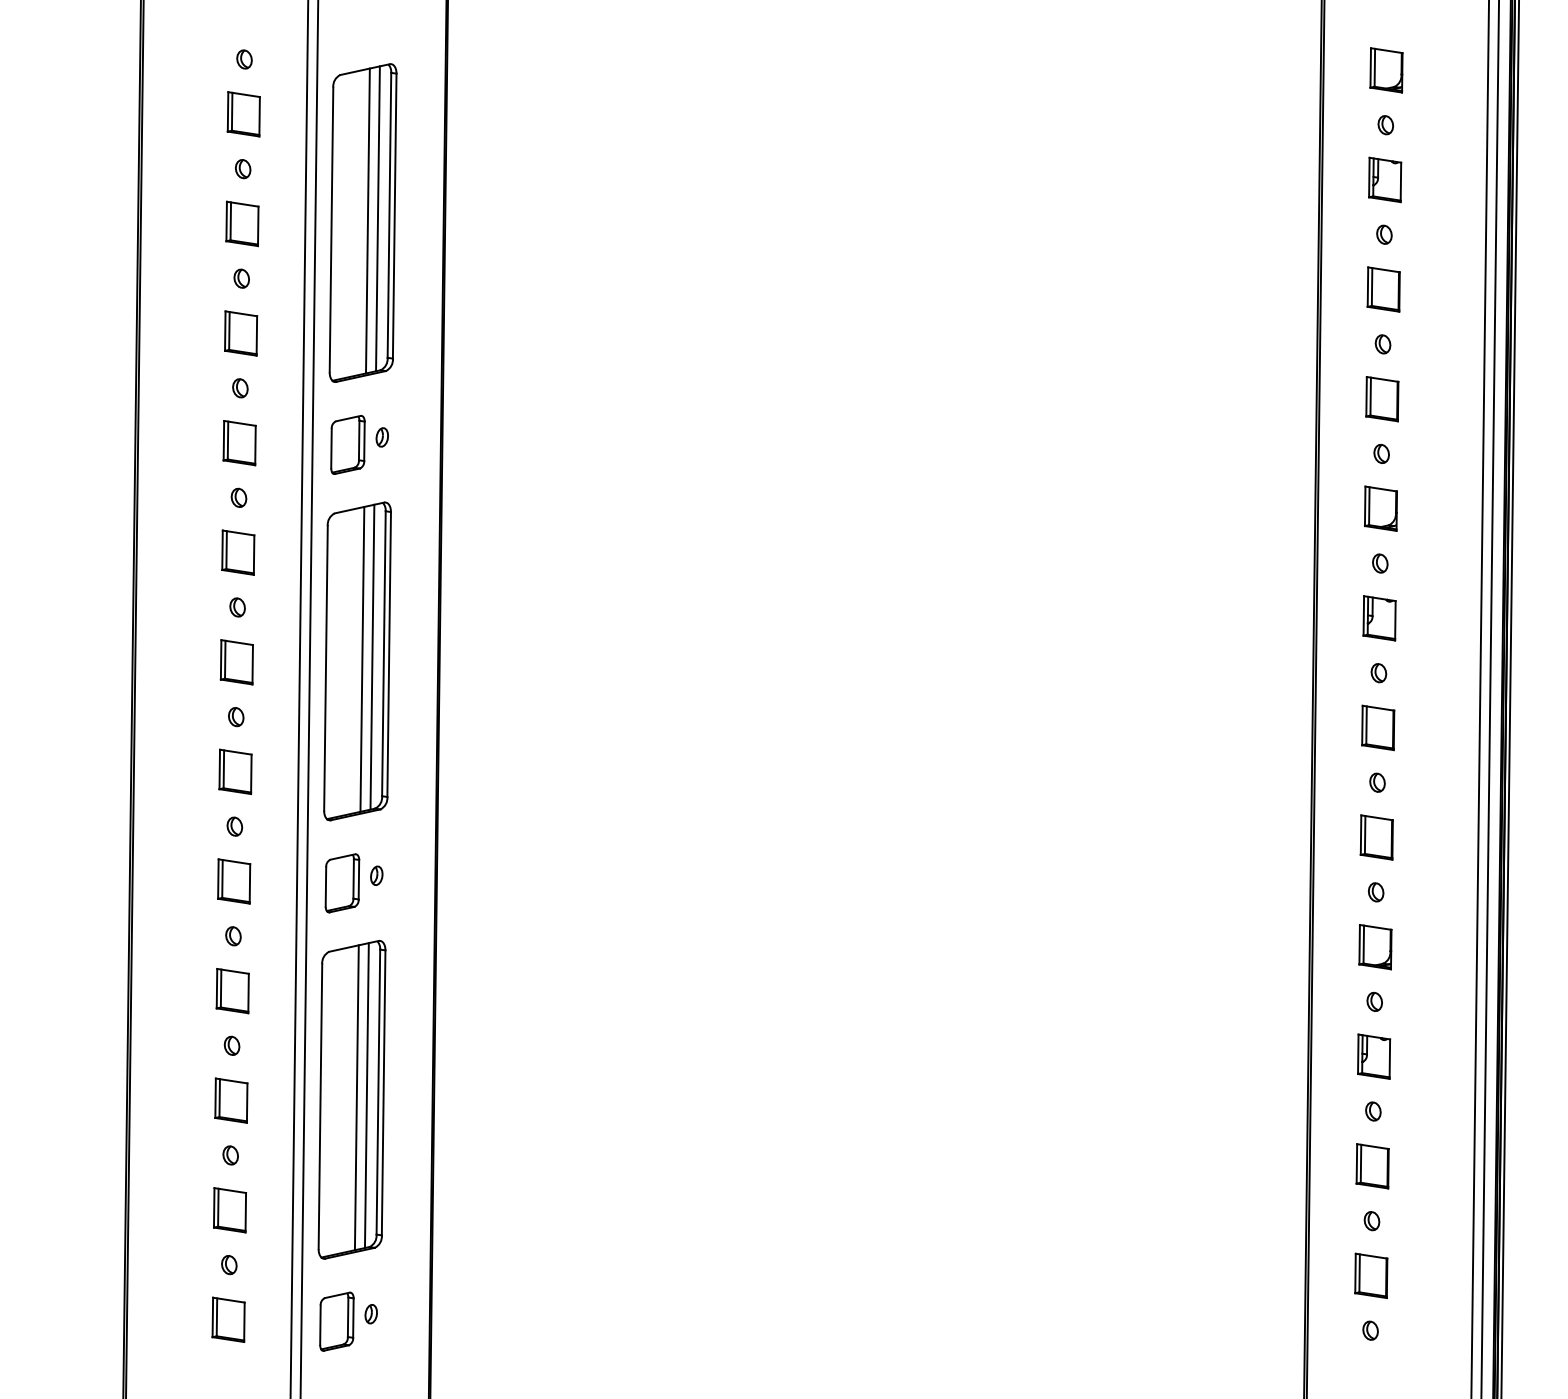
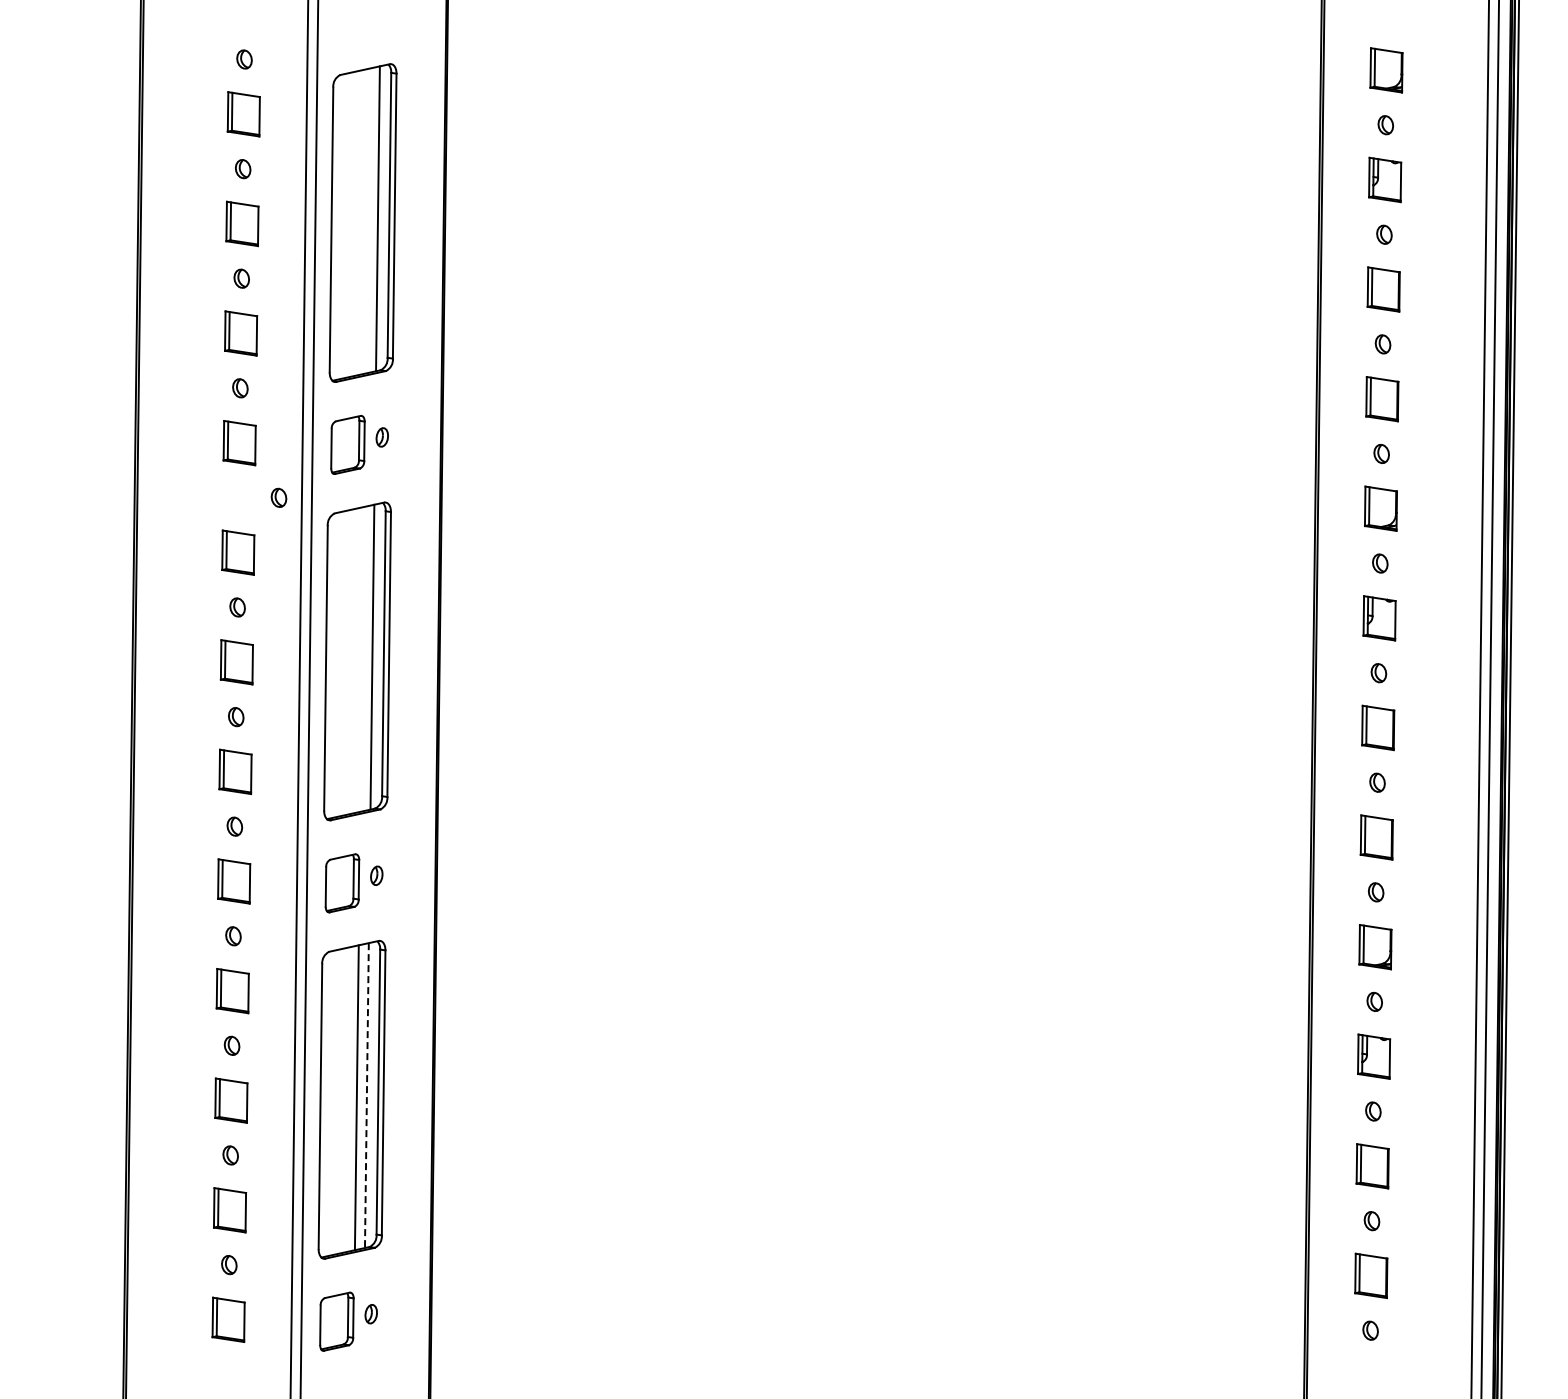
line at (367, 220): present -> none
part at (238, 497) position: (238, 497) -> (278, 497)
line at (362, 658): present -> none
line at (366, 1096): solid -> dashed
